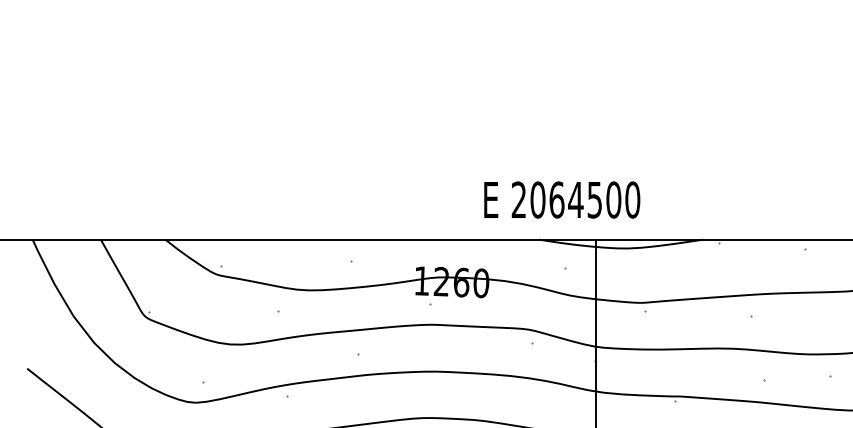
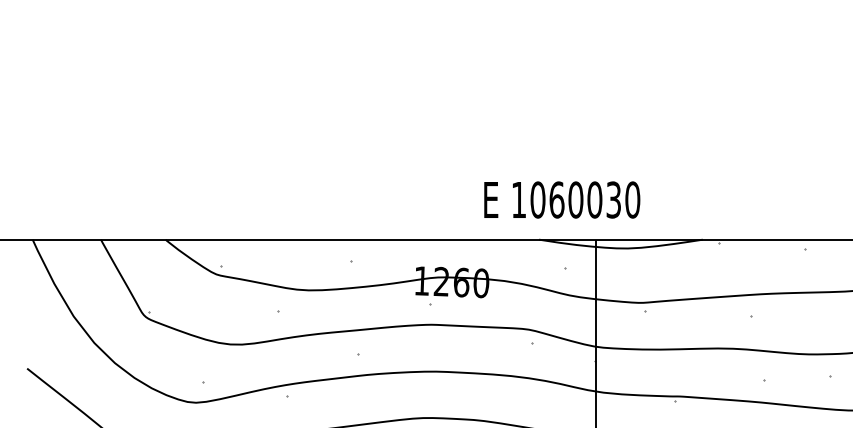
text at (566, 199): 2064500 -> 1060030
